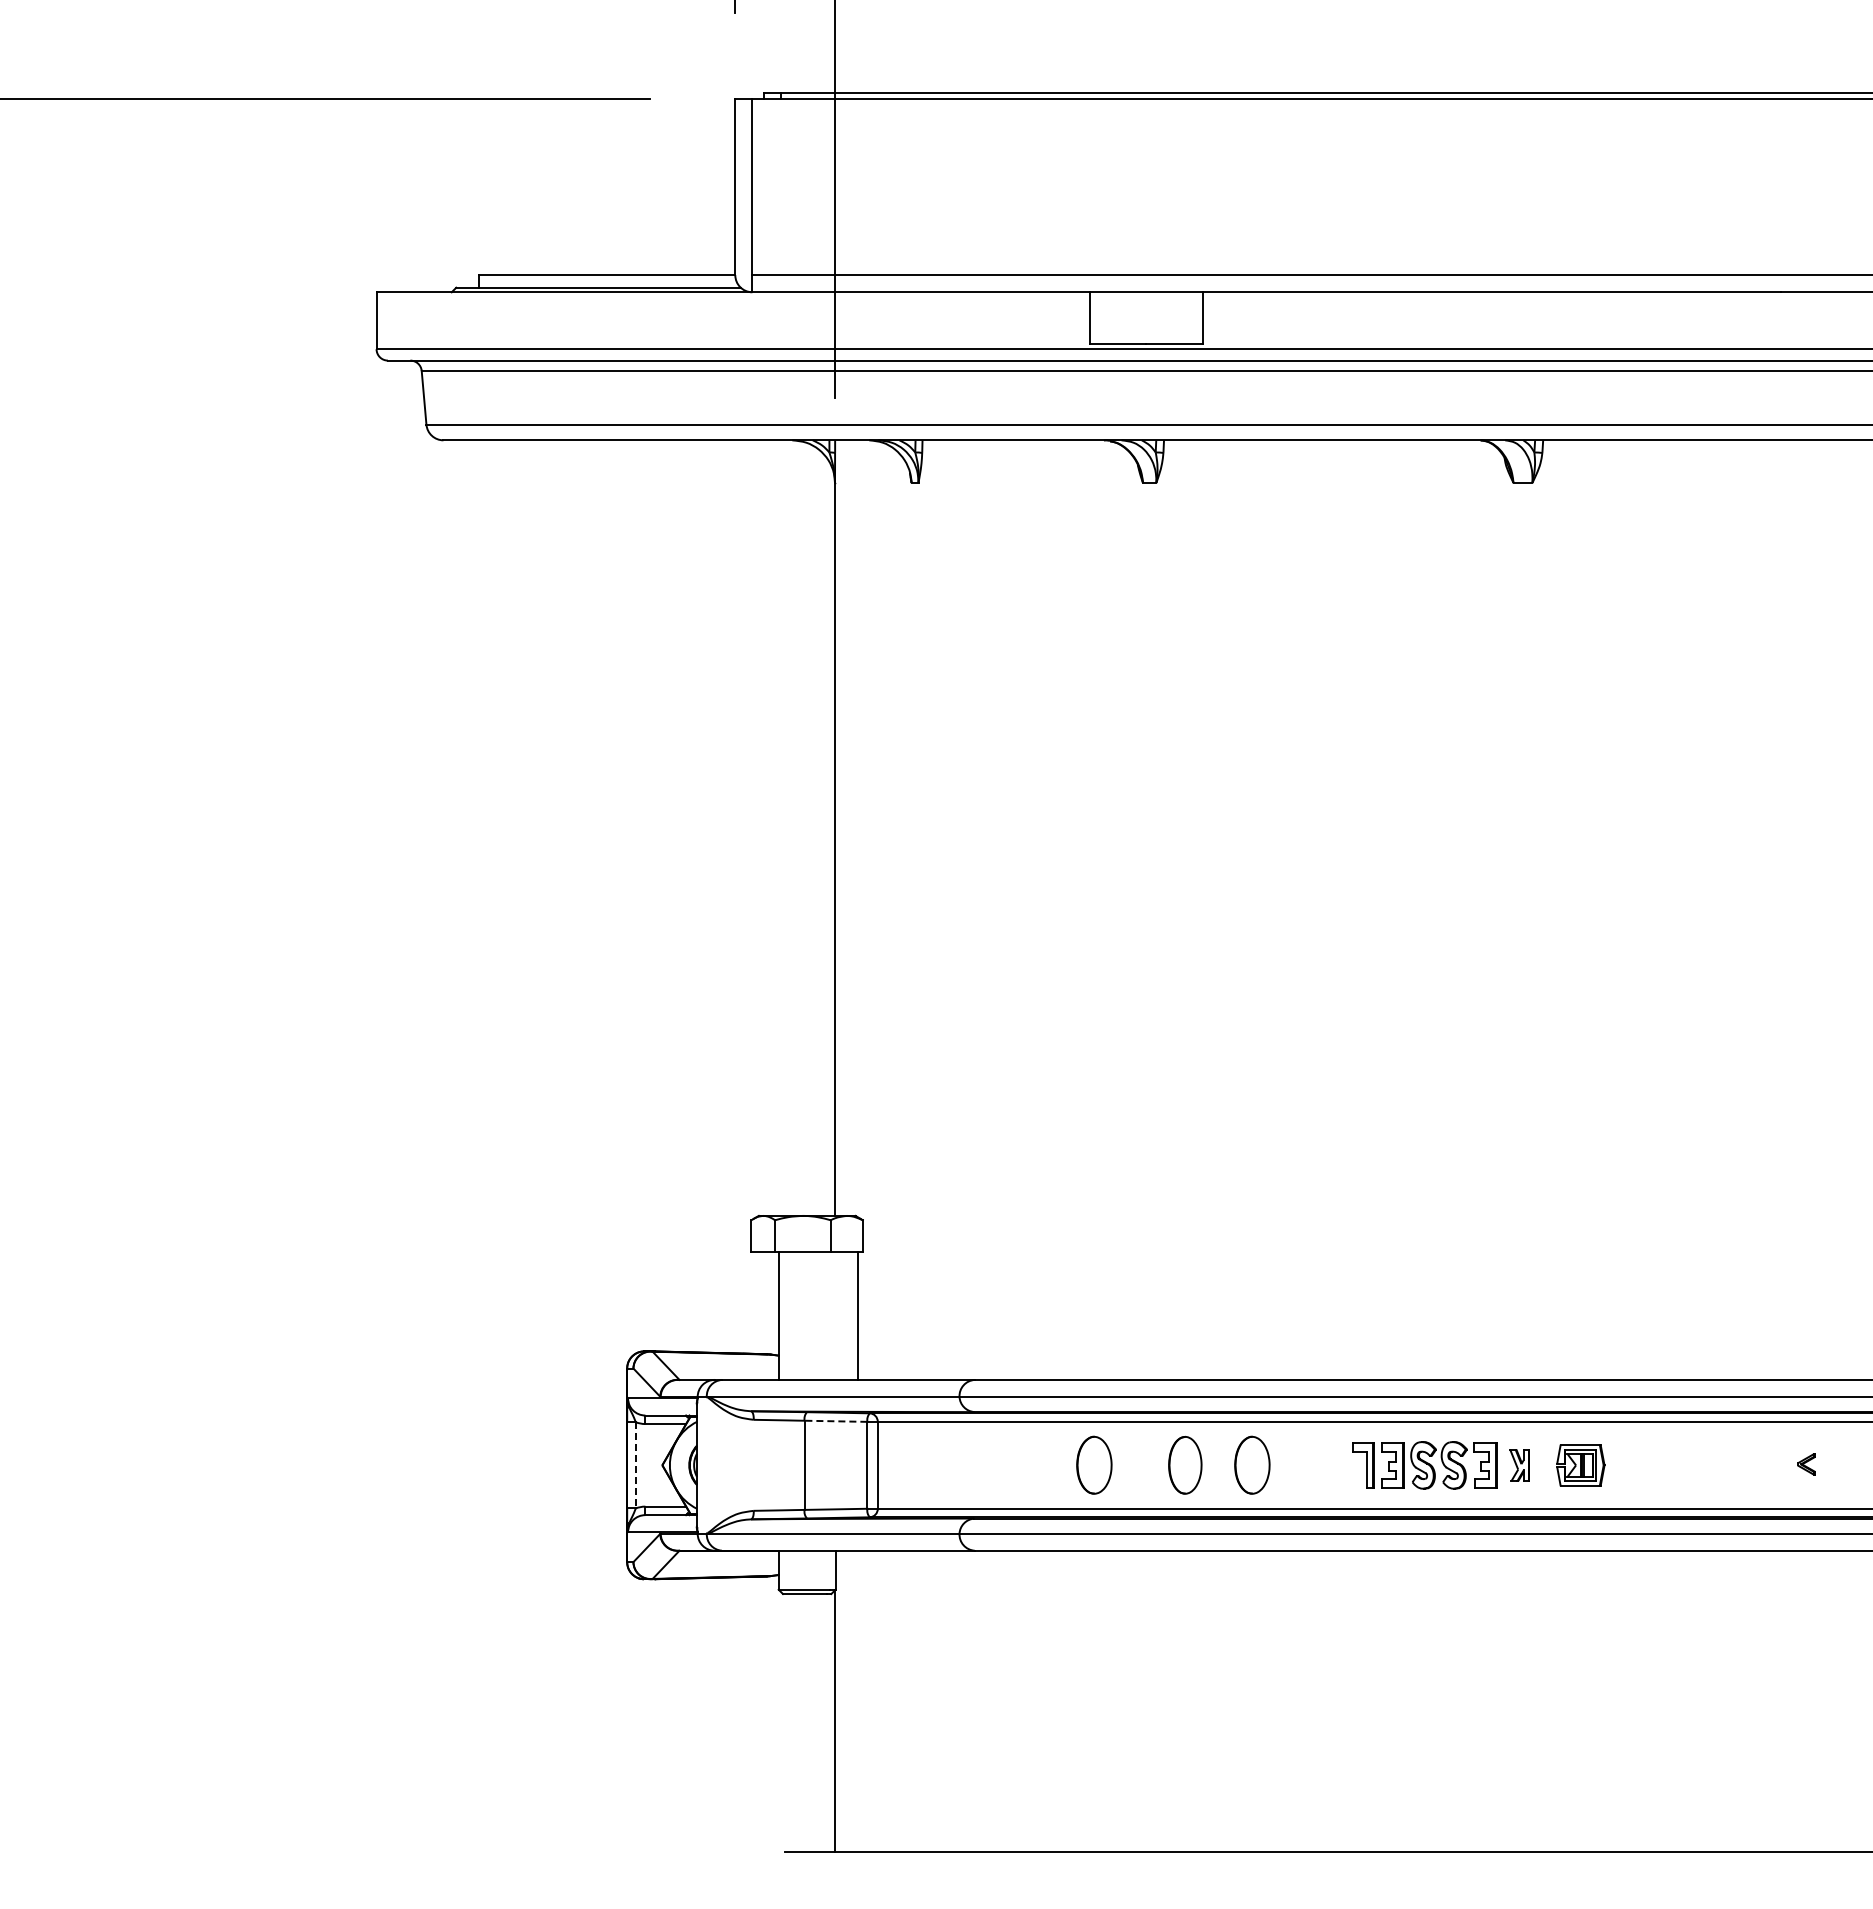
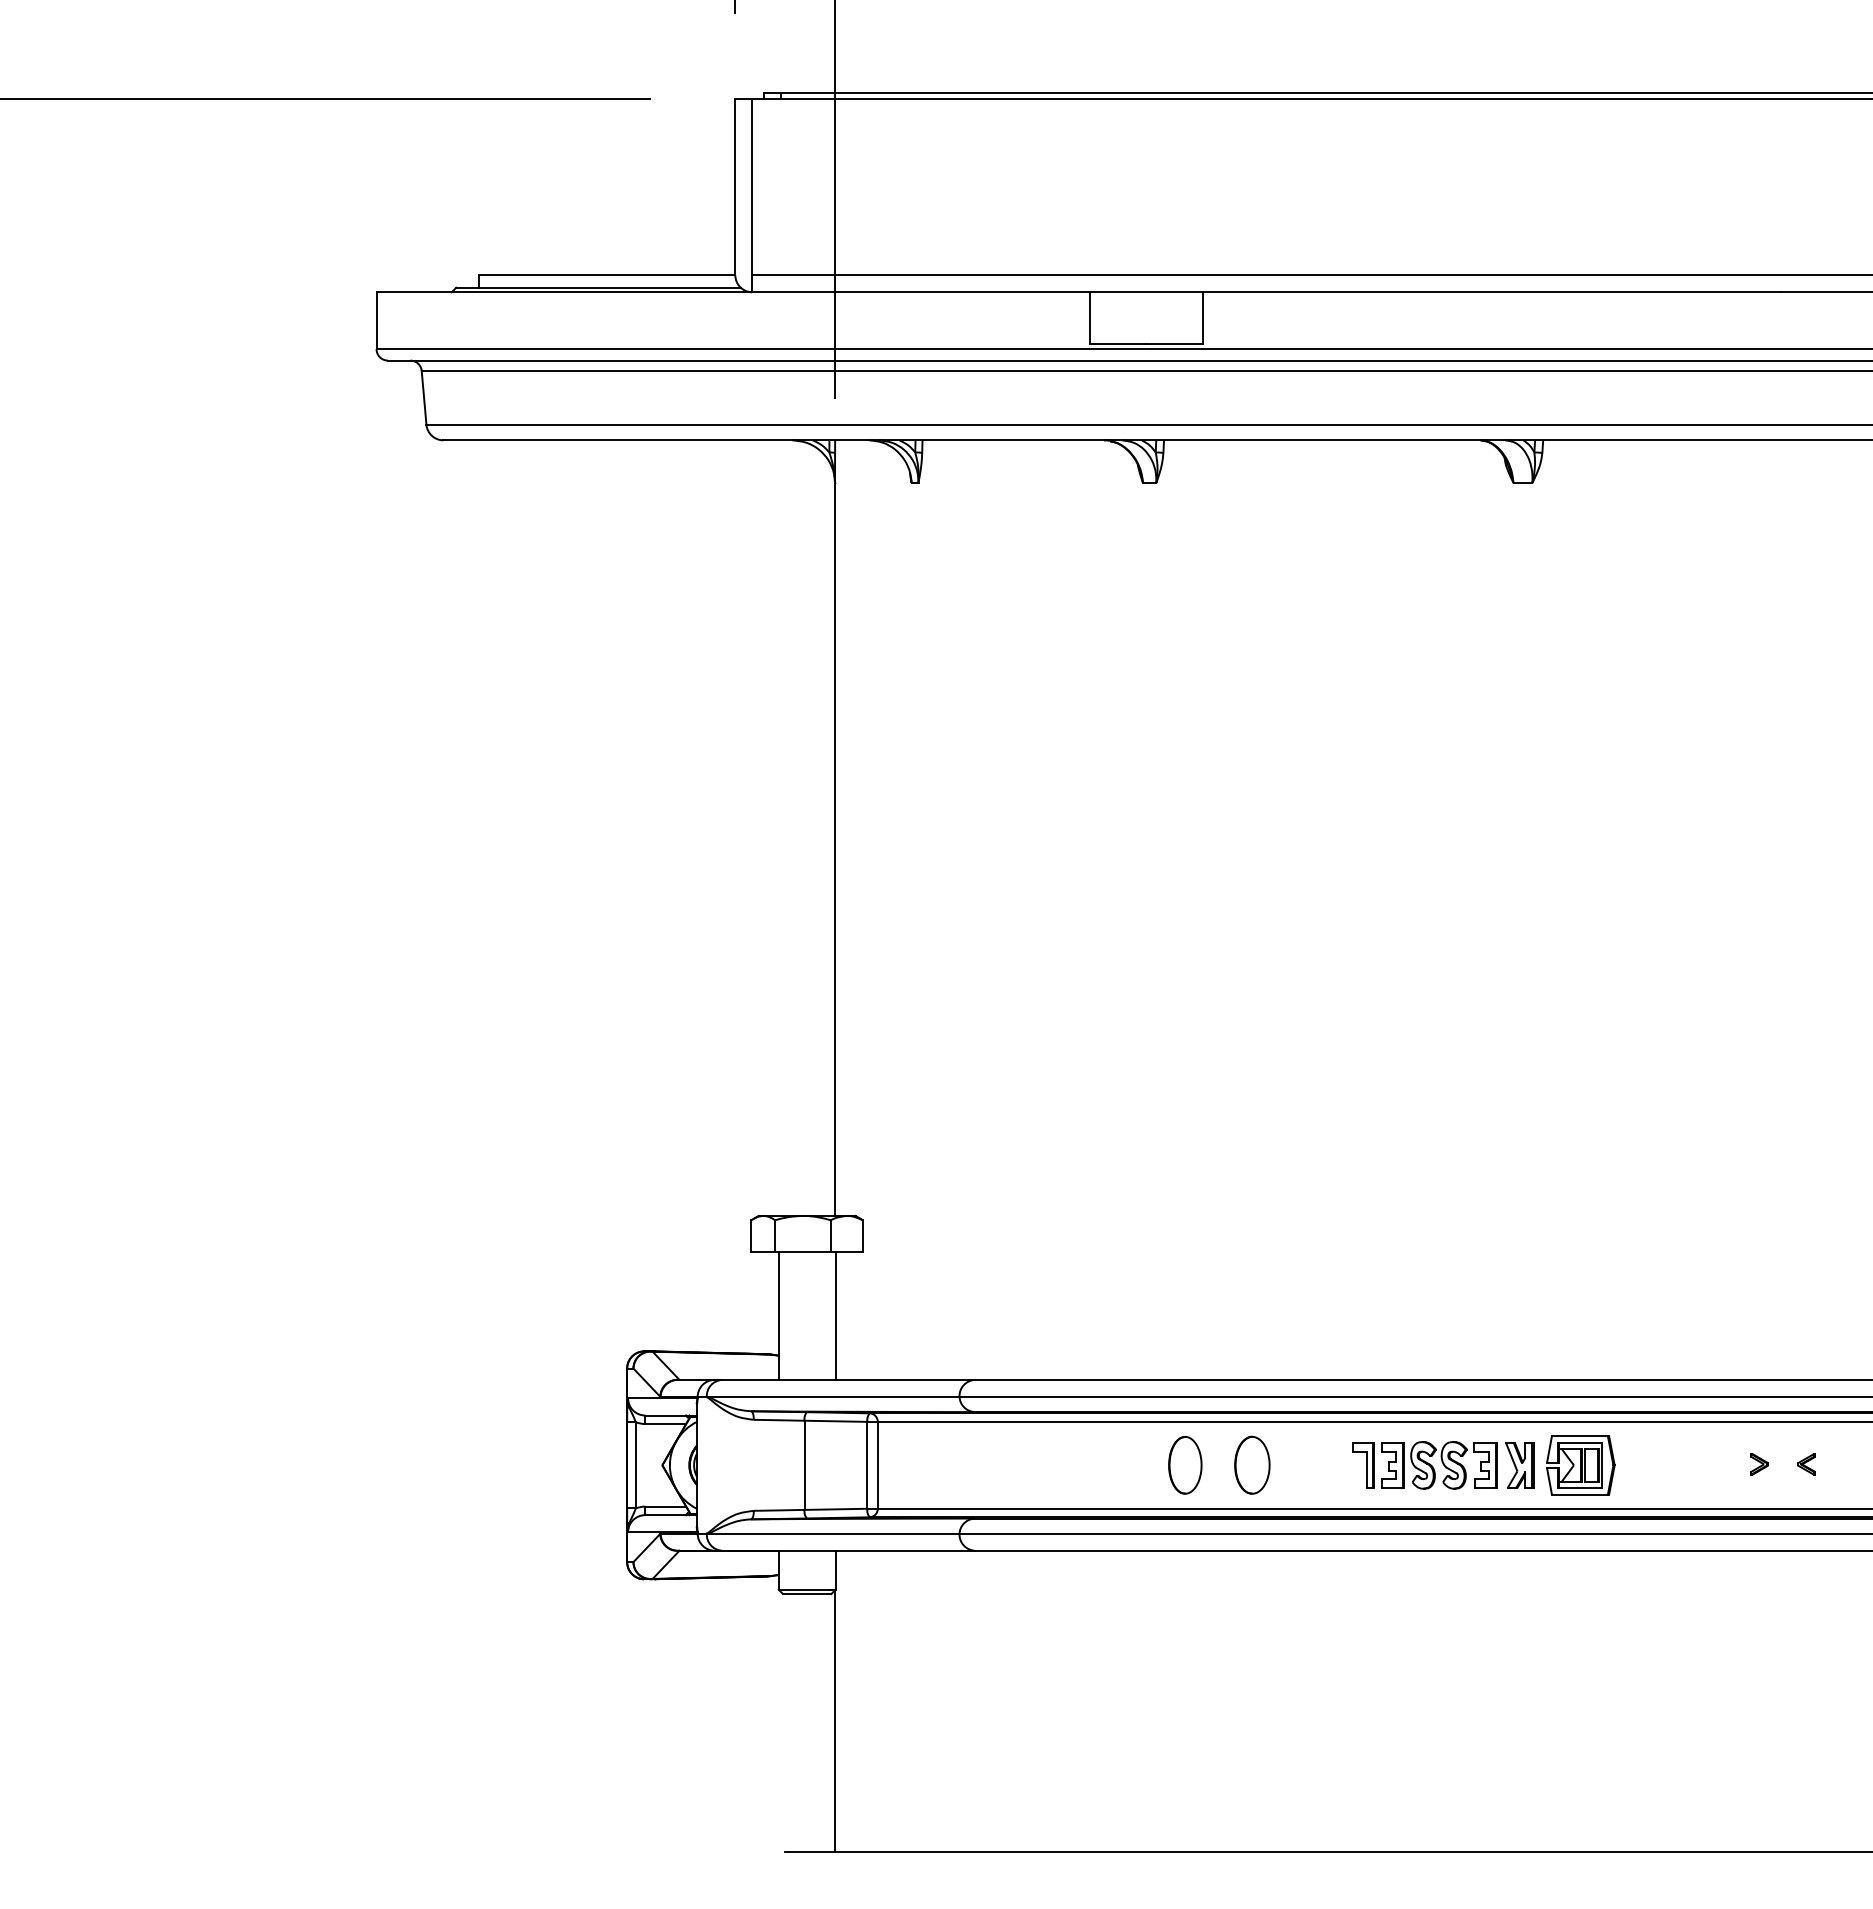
line at (857, 1315) position: (857, 1315) -> (835, 1315)
line at (835, 1421): dashed -> solid
part at (1094, 1464): present -> none
part at (1759, 1464): none -> present
line at (635, 1465): dashed -> solid
part at (1519, 1465) size: 21x33 px -> 30x47 px
part at (1580, 1465) size: 50x43 px -> 70x61 px
